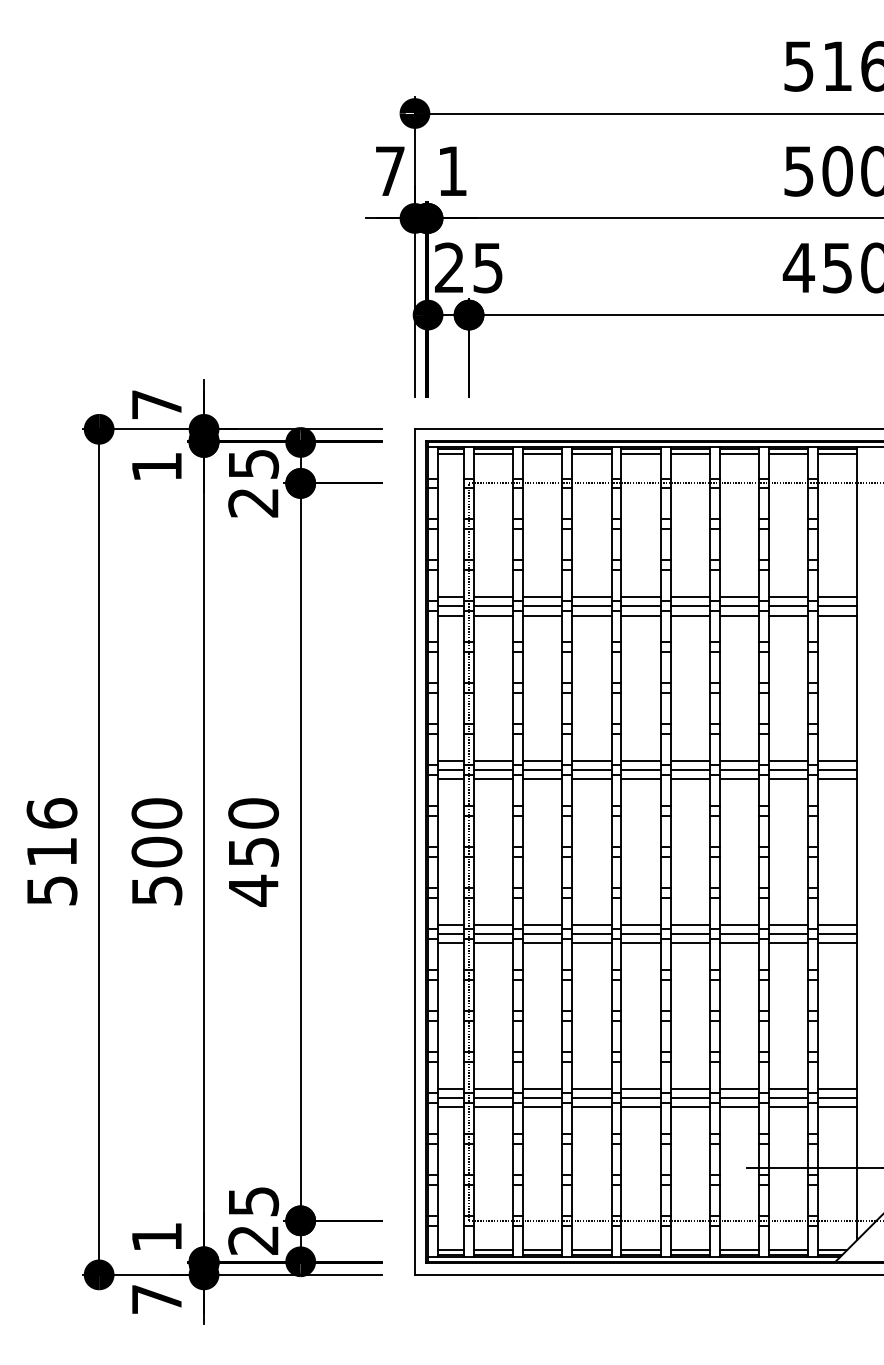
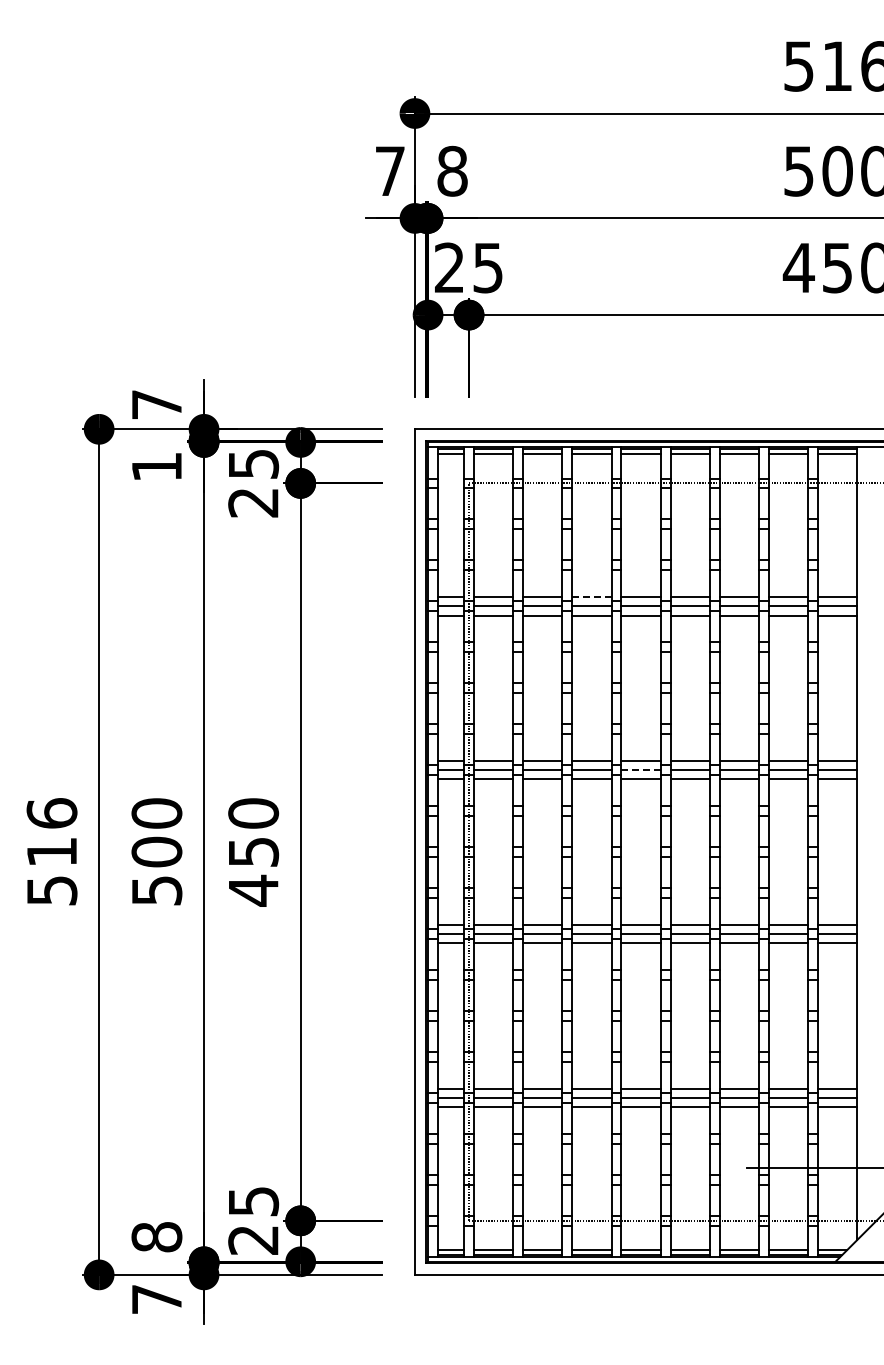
text at (452, 170): 1 -> 8
line at (591, 597): solid -> dashed
line at (641, 770): solid -> dashed
text at (156, 1237): 1 -> 8
